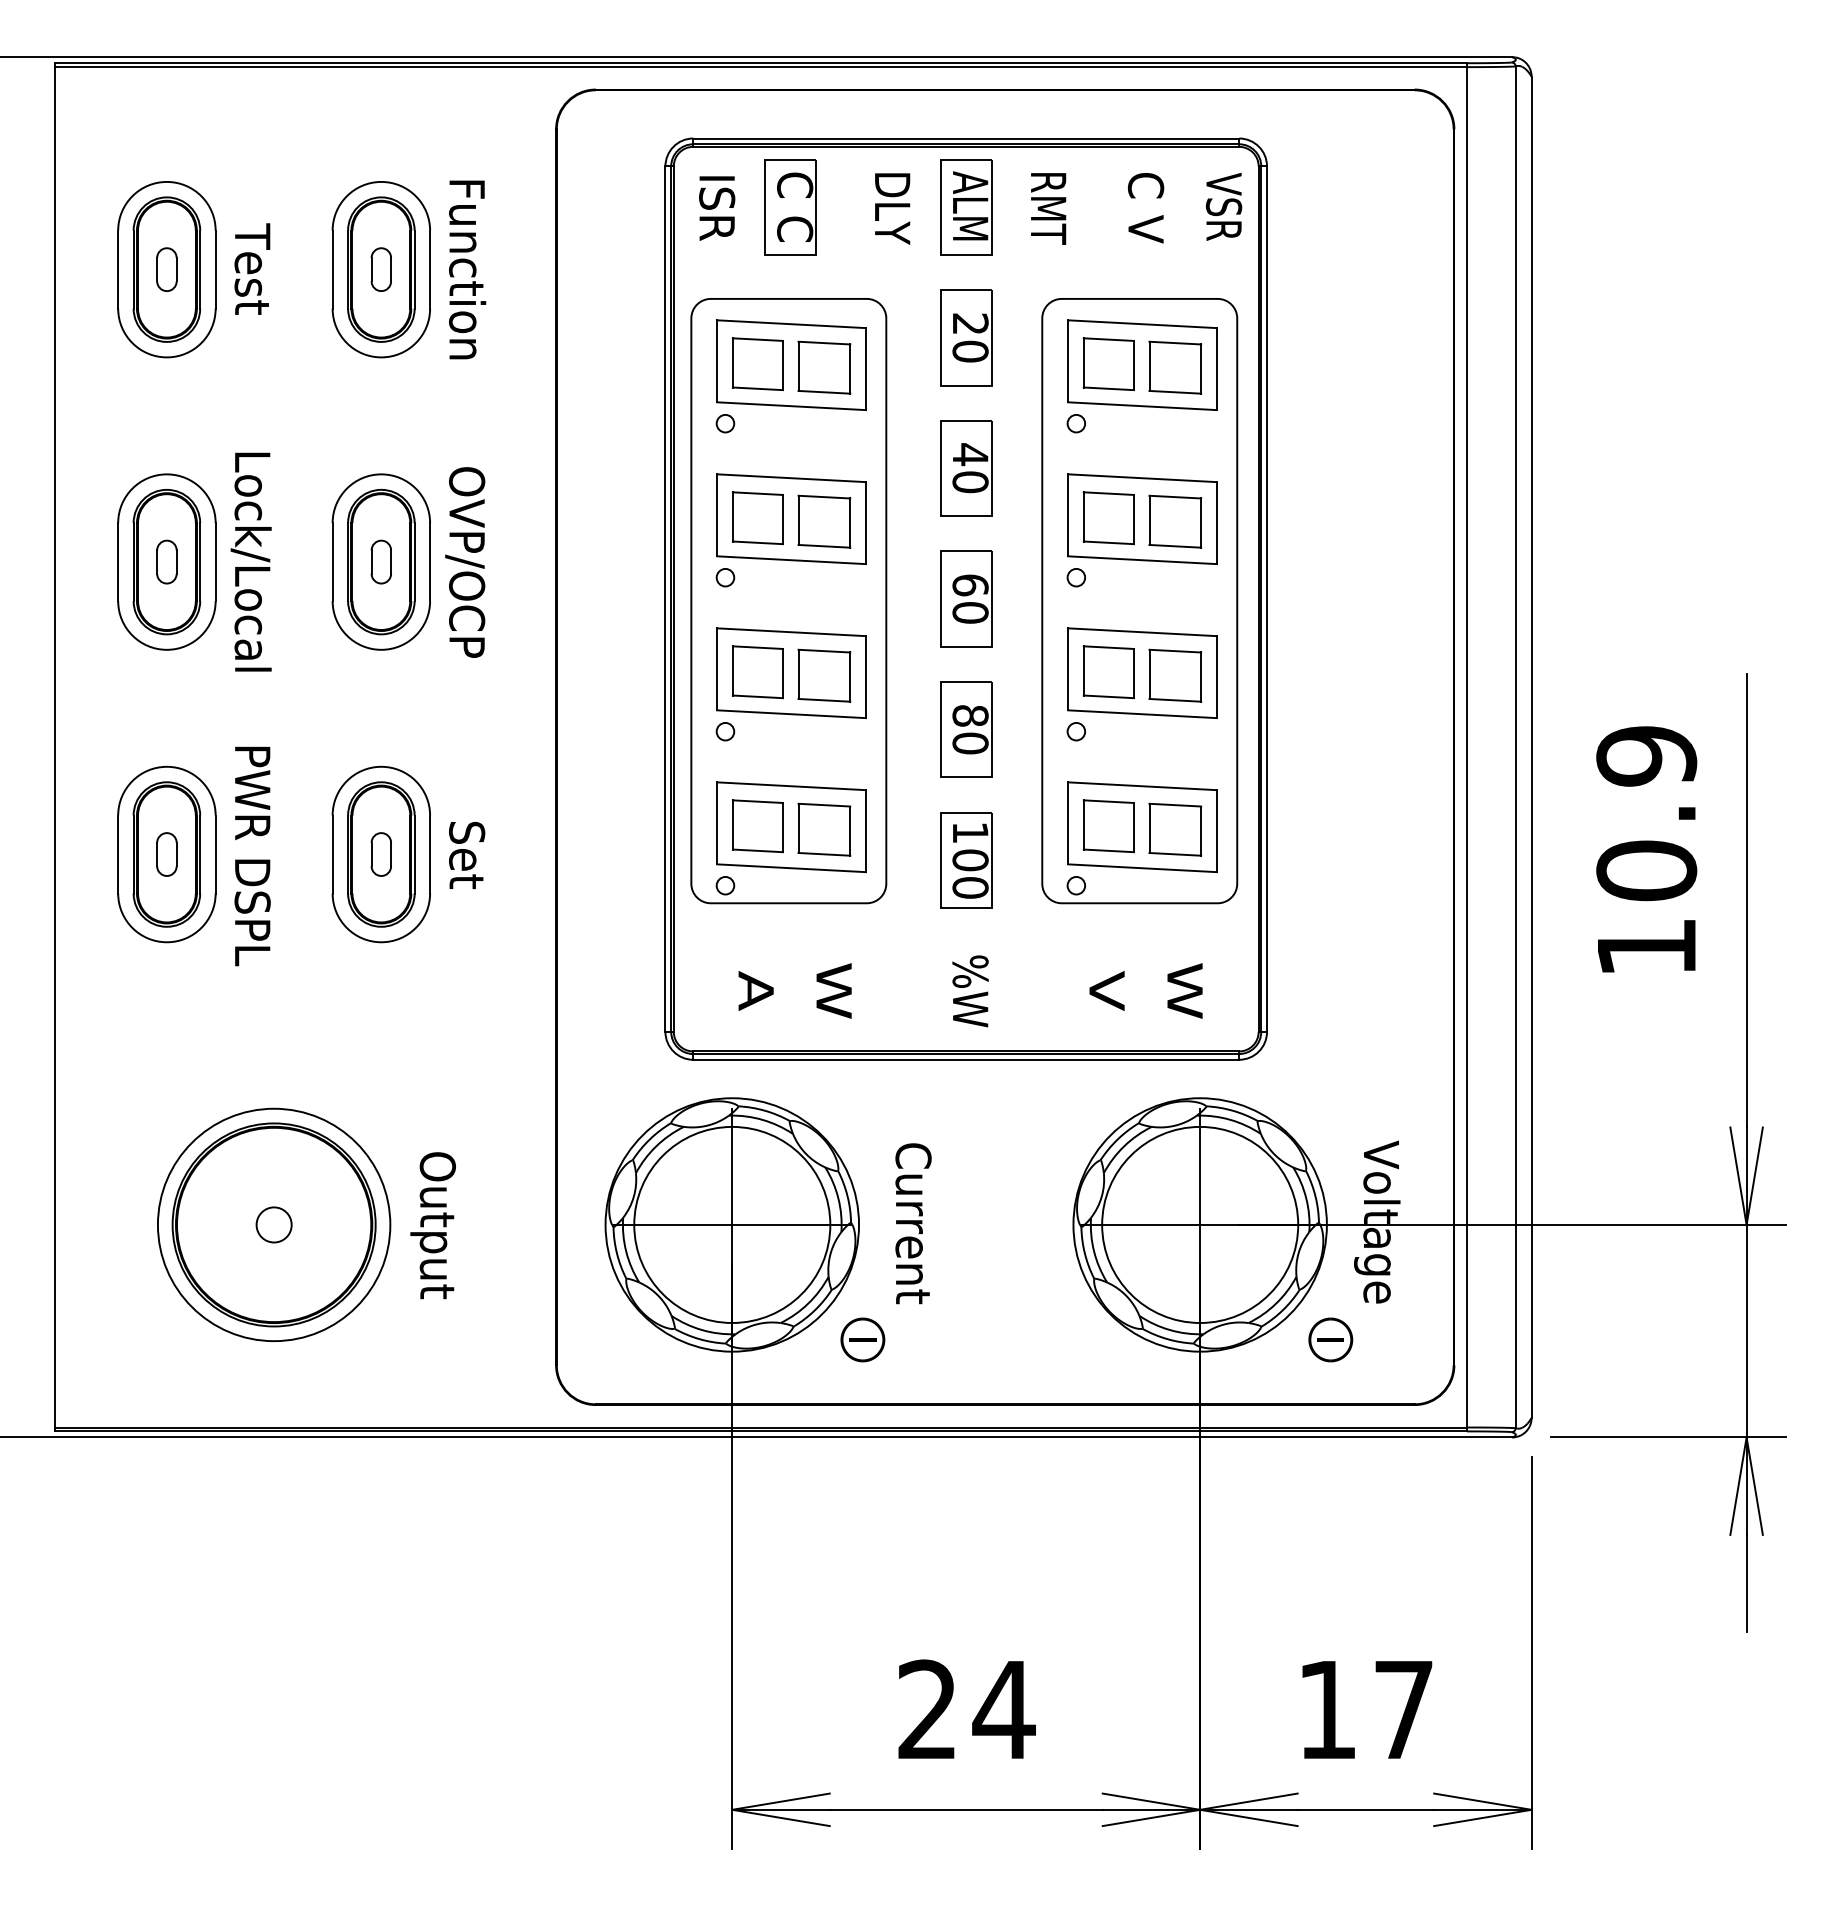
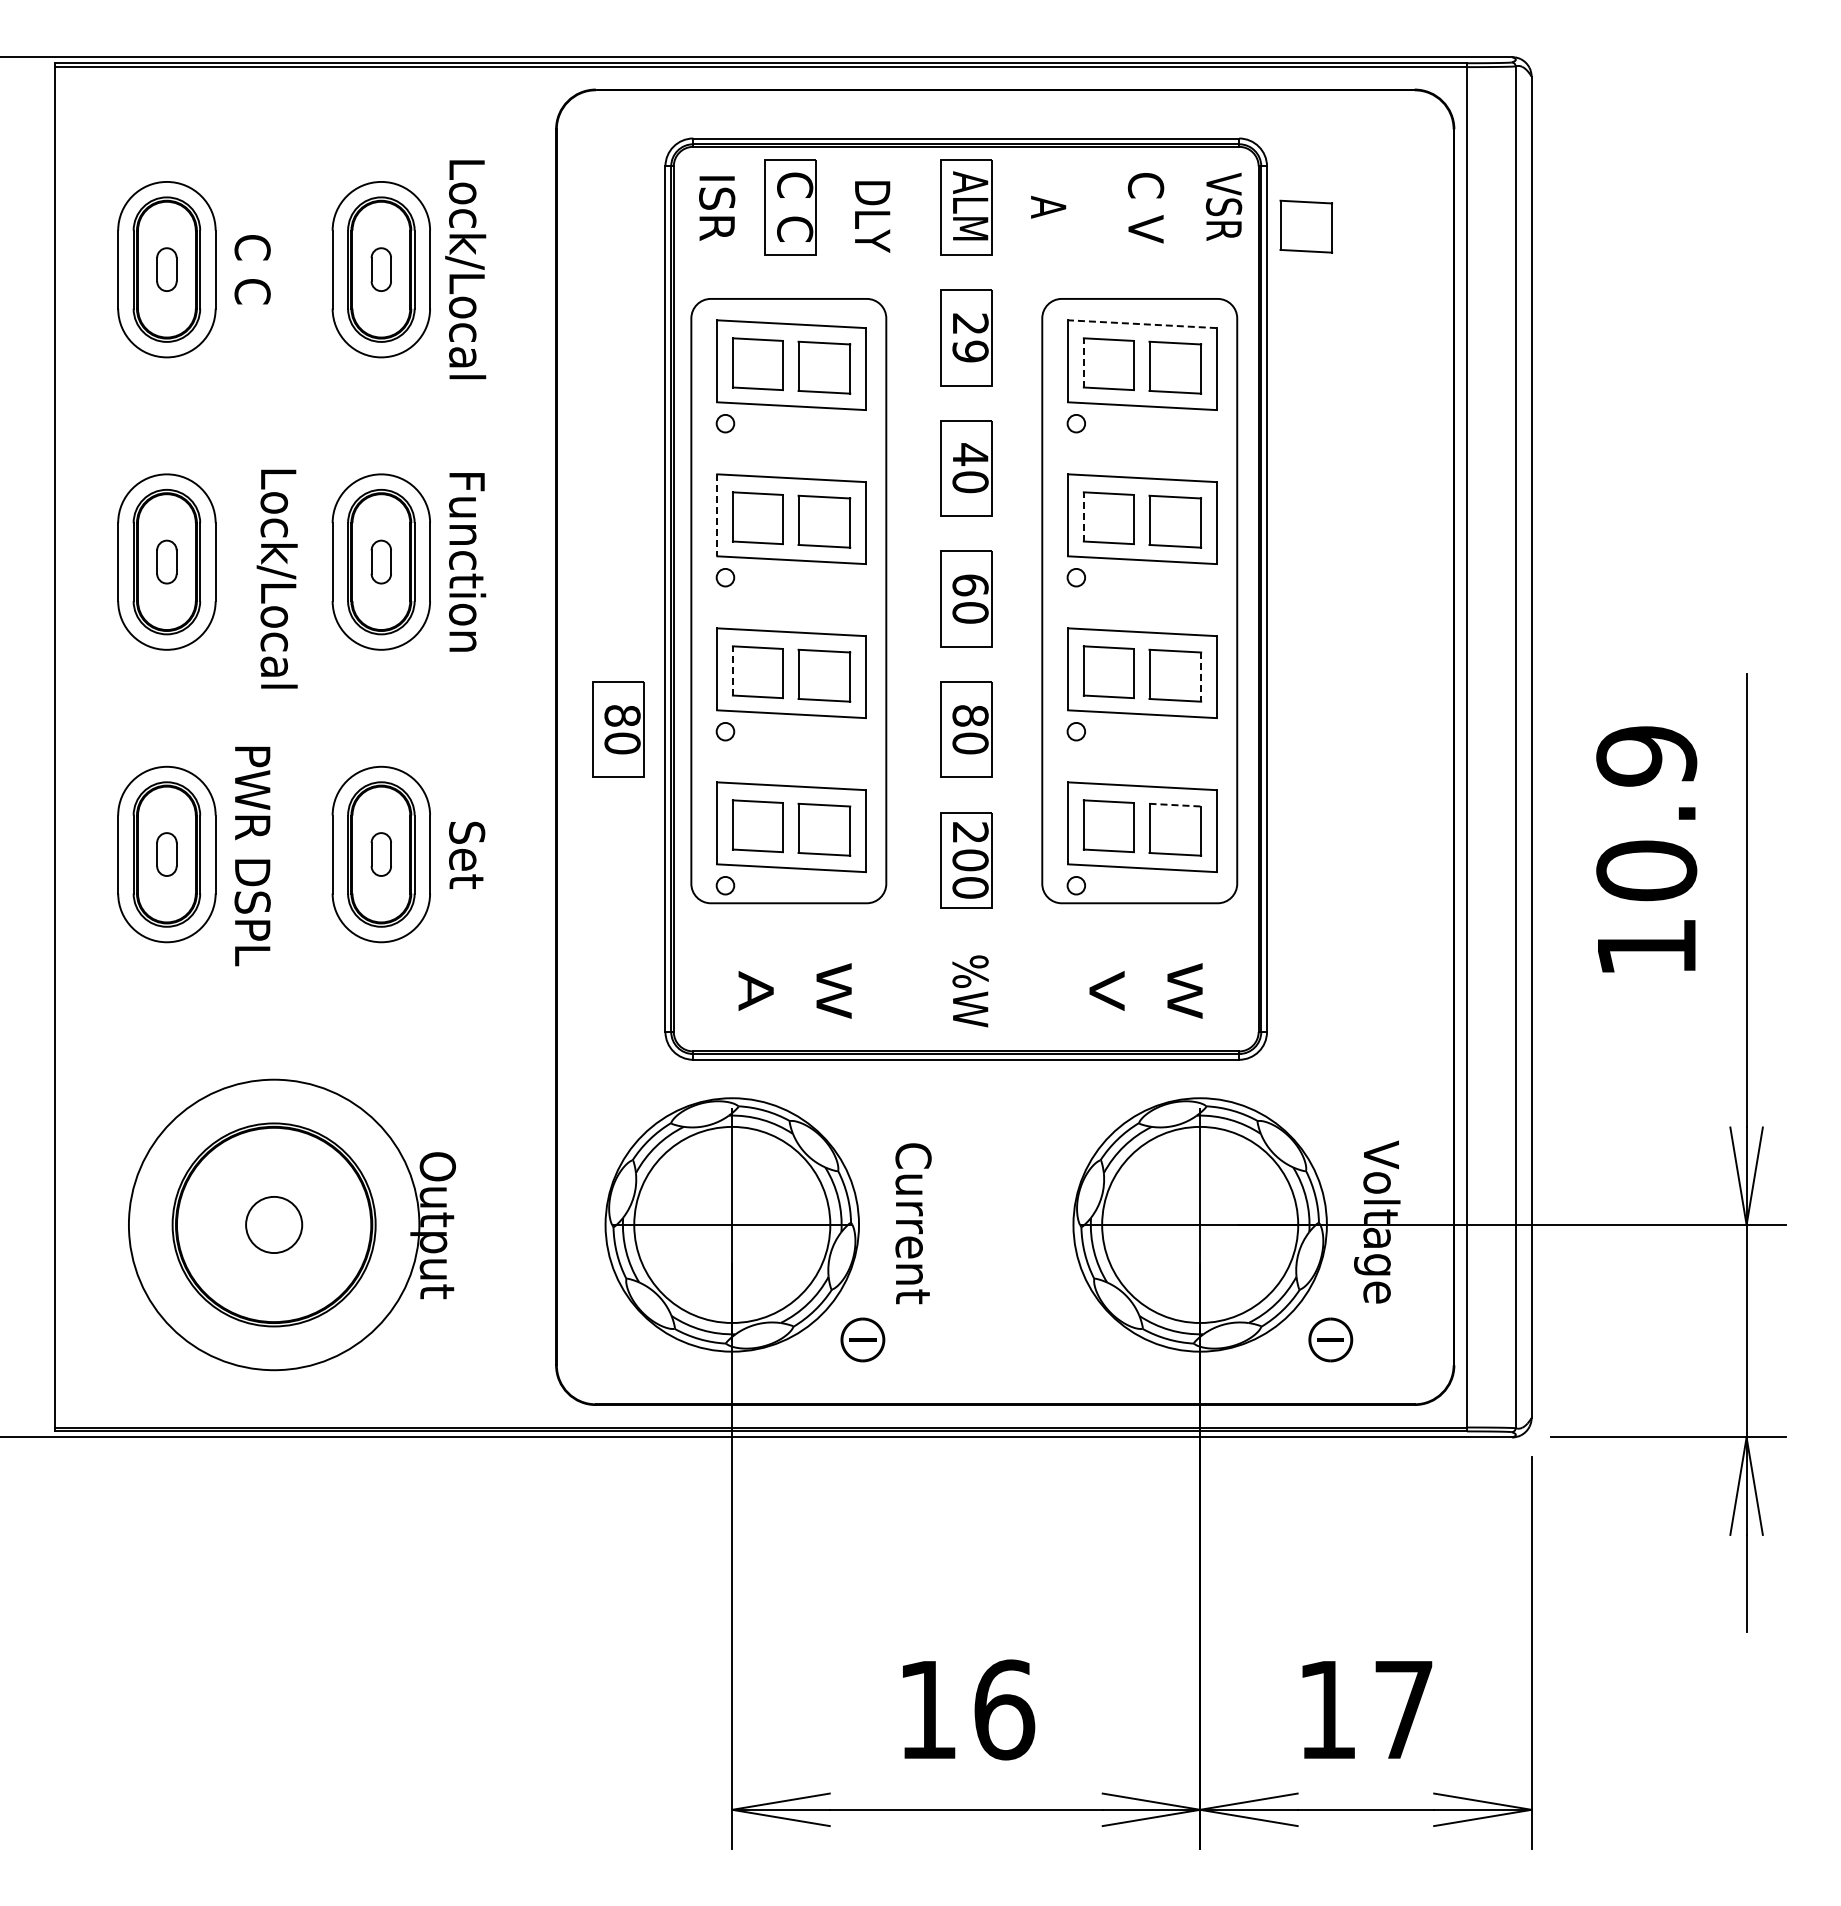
text at (892, 208) position: (892, 208) -> (872, 216)
text at (1048, 208): RMT -> A
part at (1306, 226): none -> present
text at (252, 268): Test -> C C
text at (465, 269): Function -> Lock/Local
line at (1141, 324): solid -> dashed
text at (970, 351): 20 -> 29
line at (1083, 362): solid -> dashed
line at (717, 515): solid -> dashed
line at (1083, 516): solid -> dashed
text at (250, 561) position: (250, 561) -> (276, 578)
text at (465, 562): OVP/OCP -> Function
line at (732, 670): solid -> dashed
line at (1201, 677): solid -> dashed
part at (618, 729): none -> present
line at (1175, 805): solid -> dashed
text at (970, 832): 100 -> 200
circle at (273, 1224) diameter: 232 px -> 290 px
circle at (273, 1224) diameter: 35 px -> 56 px
text at (966, 1709): 24 -> 16
